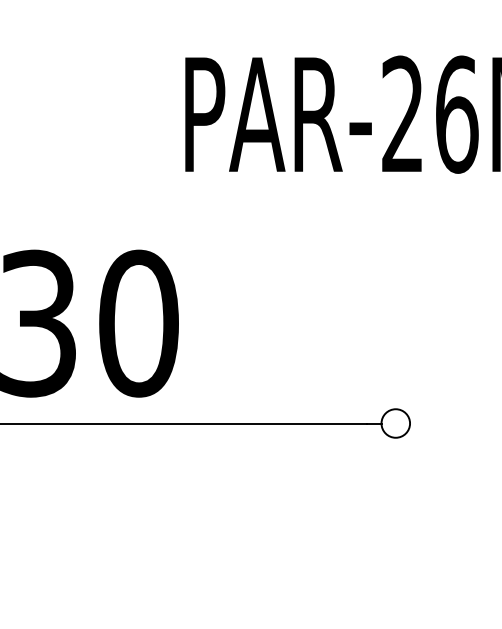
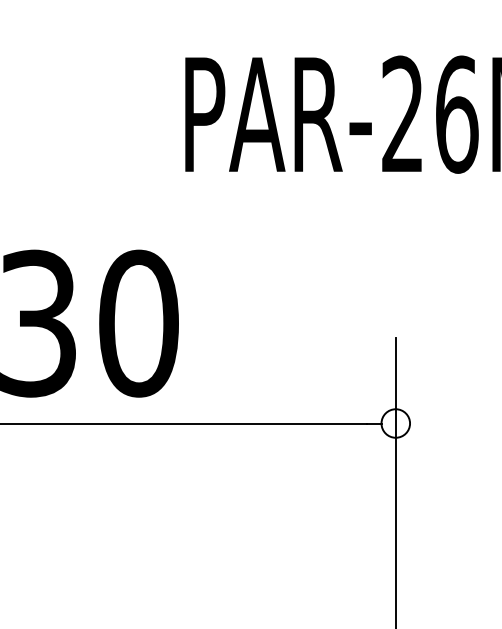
line at (395, 481): none -> present
